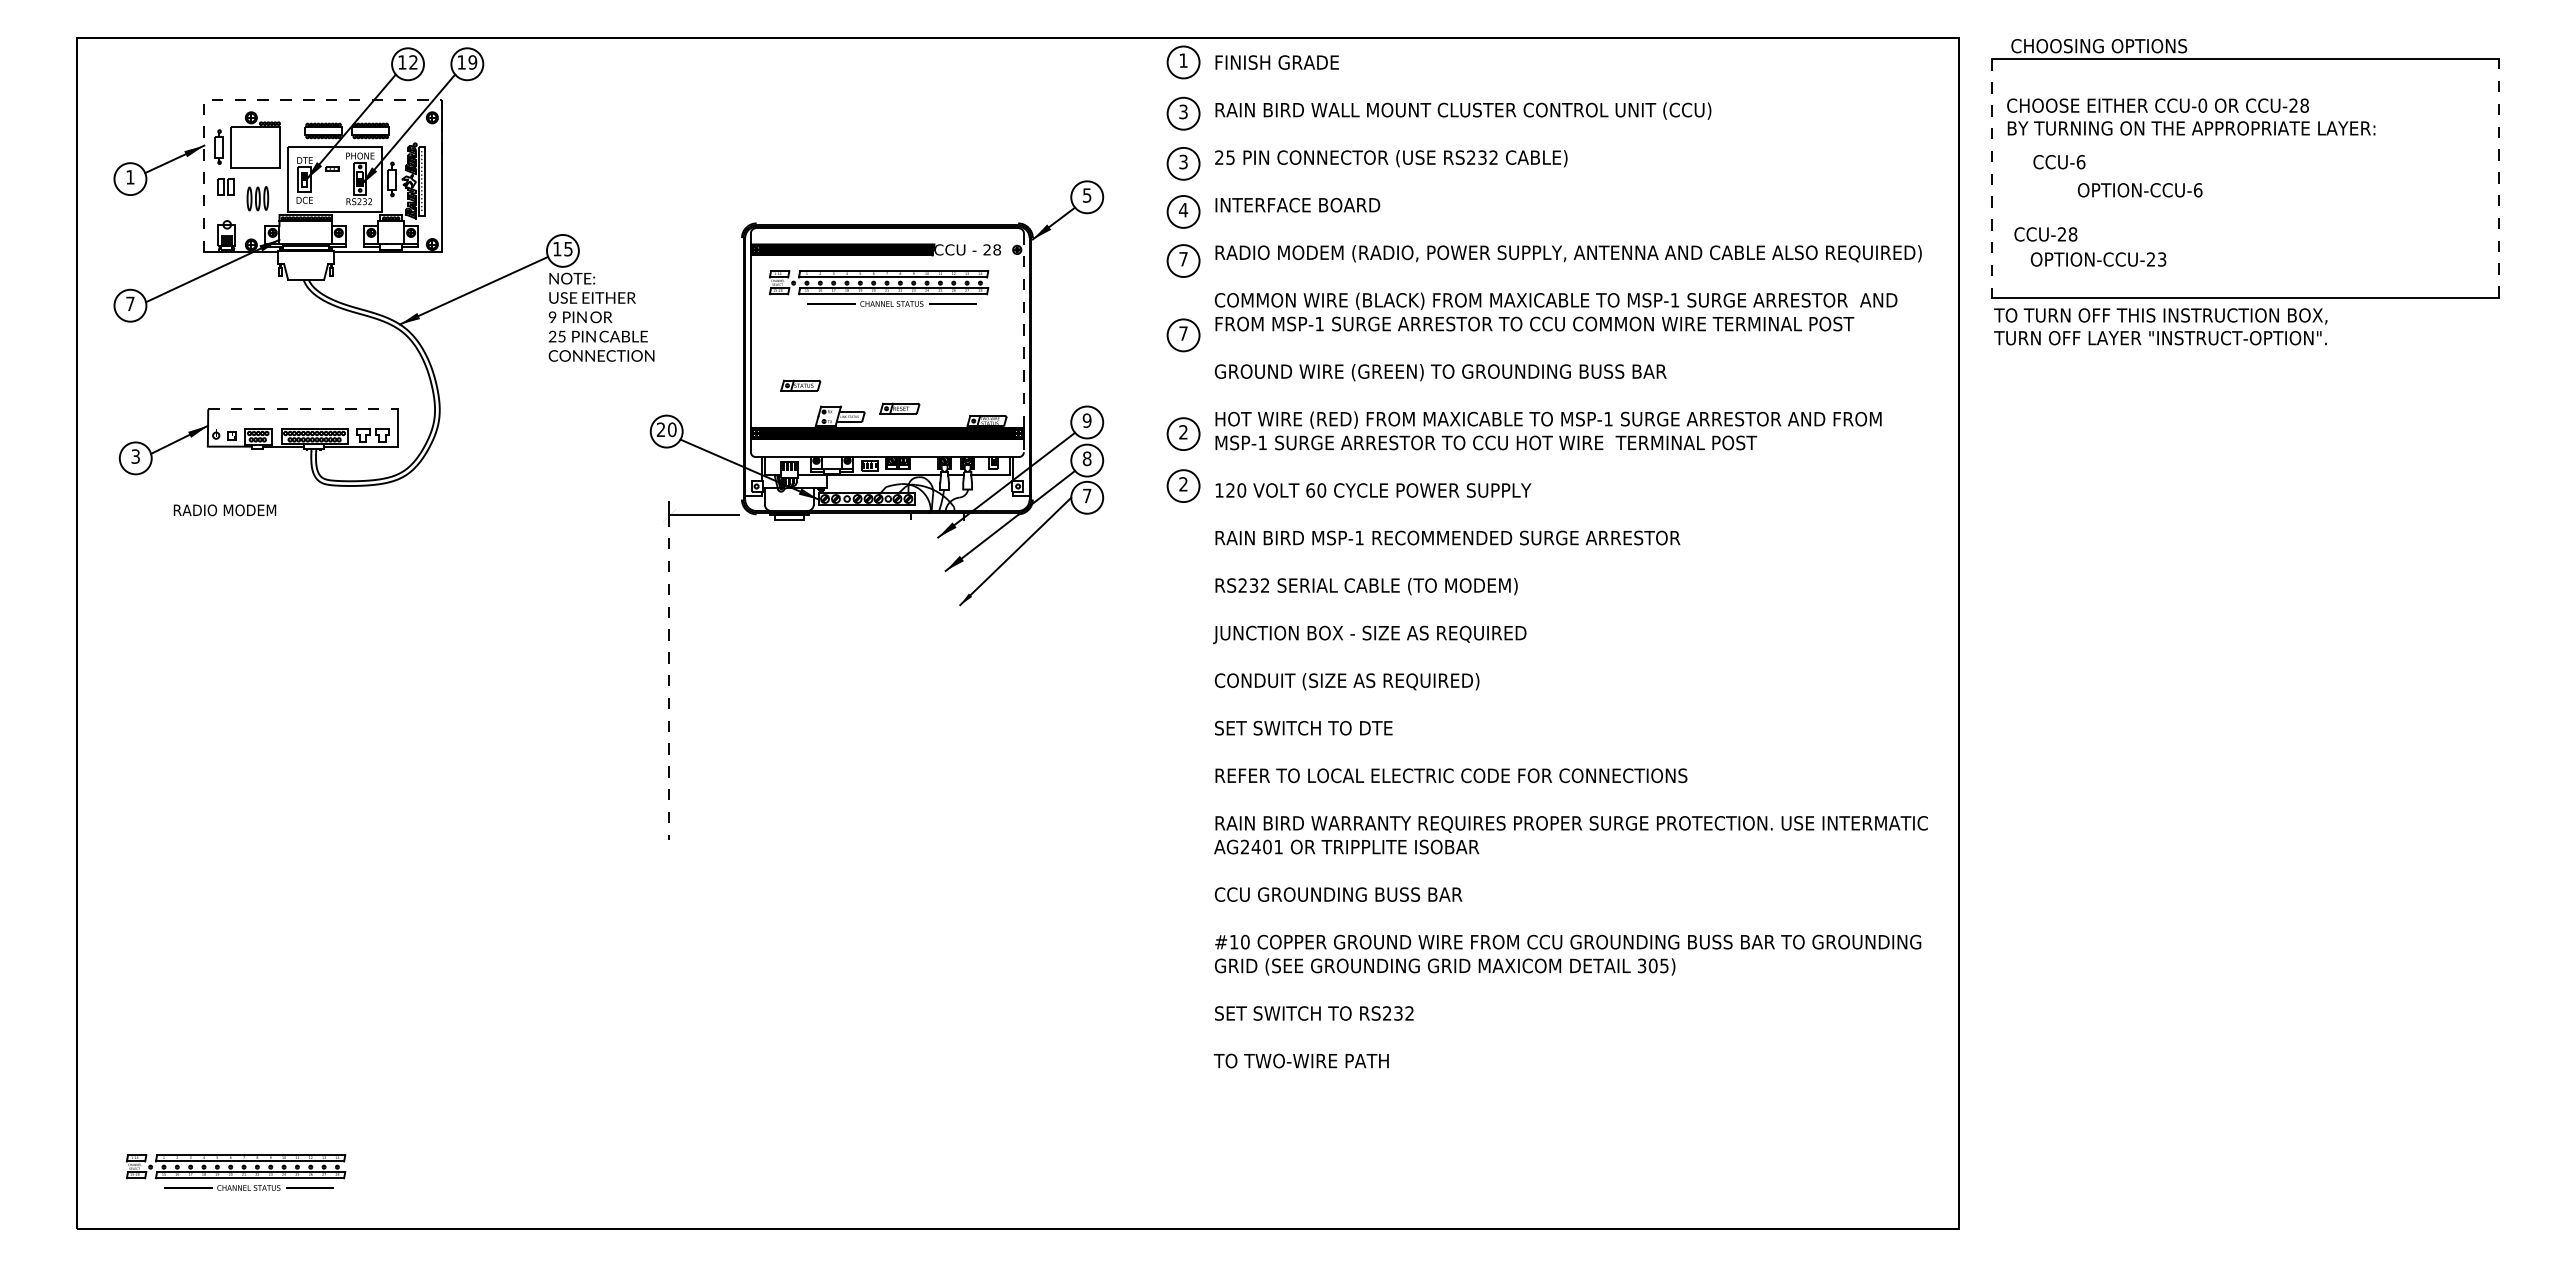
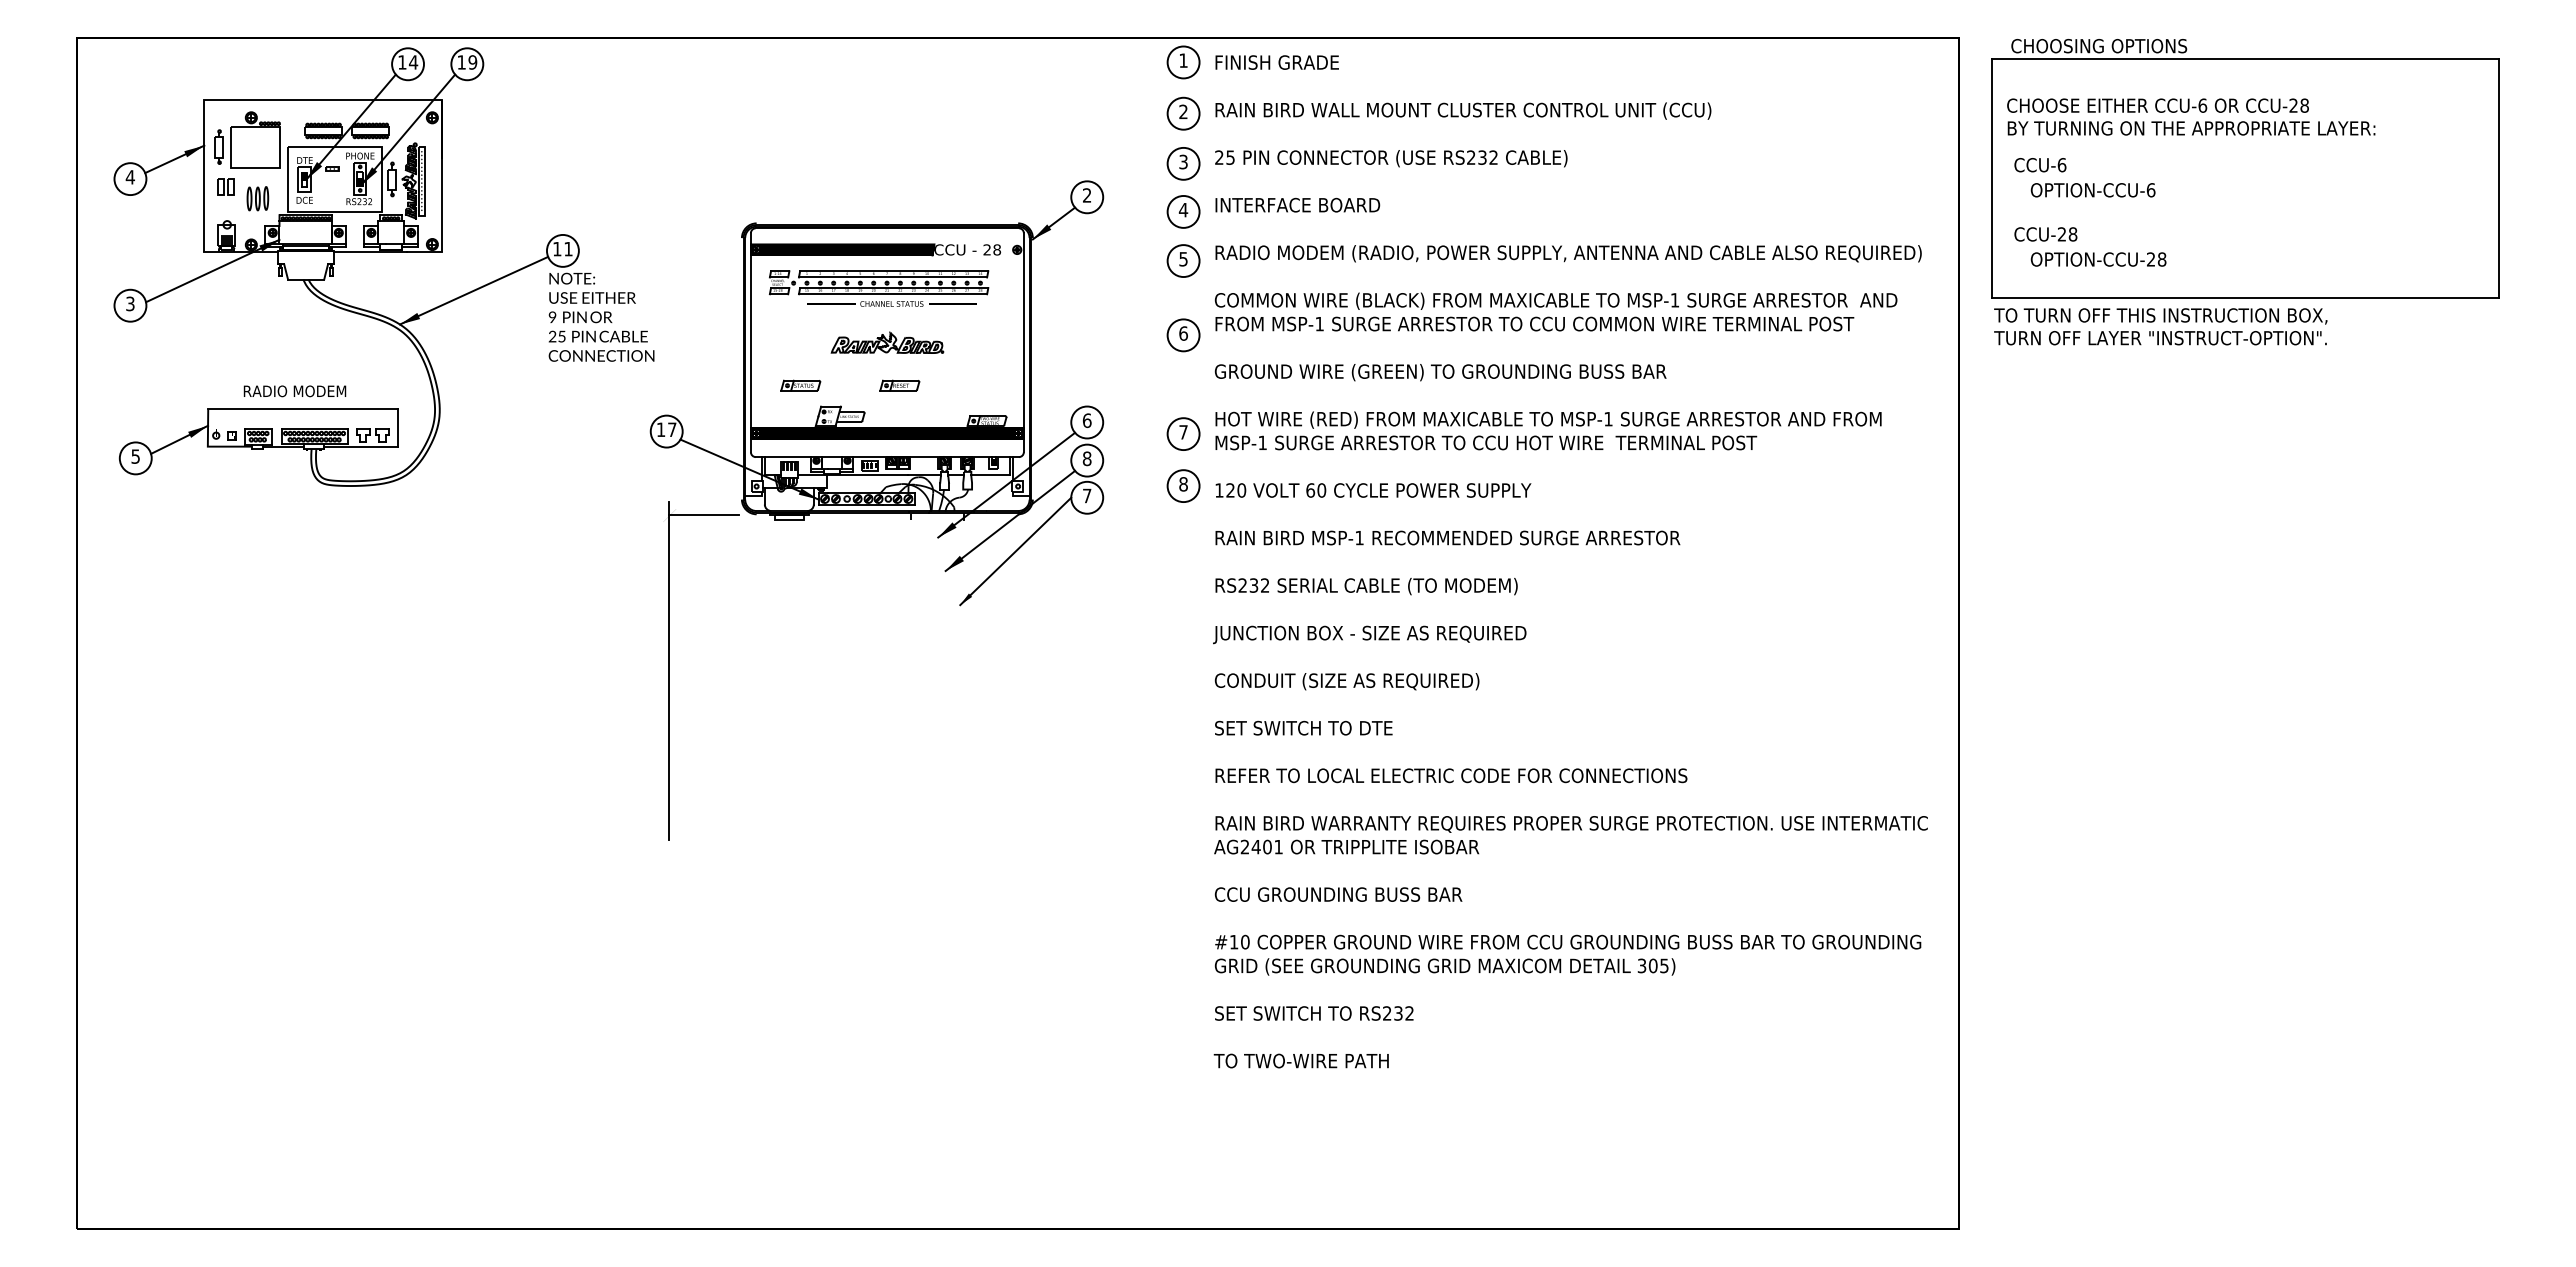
text at (413, 62): 12 -> 14
line at (277, 99): dashed -> solid
text at (2202, 105): CCU-0 -> CCU-6
text at (1183, 112): 3 -> 2
text at (2059, 162) position: (2059, 162) -> (2040, 165)
text at (129, 177): 1 -> 4
line at (2498, 178): dashed -> solid
line at (1992, 179): dashed -> solid
text at (2139, 190) position: (2139, 190) -> (2092, 190)
text at (1087, 195): 5 -> 2
text at (568, 249): 15 -> 11
text at (1183, 259): 7 -> 5
text at (2161, 259): OPTION-CCU-23 -> OPTION-CCU-28
text at (130, 303): 7 -> 3
text at (1183, 333): 7 -> 6
part at (887, 342): none -> present
line at (1023, 342): dashed -> solid
part at (899, 408) position: (899, 408) -> (899, 385)
line at (303, 409): dashed -> solid
text at (1086, 420): 9 -> 6
text at (666, 429): 20 -> 17
text at (1183, 432): 2 -> 7
text at (135, 455): 3 -> 5
text at (1183, 484): 2 -> 8
text at (224, 510) position: (224, 510) -> (294, 391)
line at (669, 677): dashed -> solid
part at (235, 1172): present -> none
